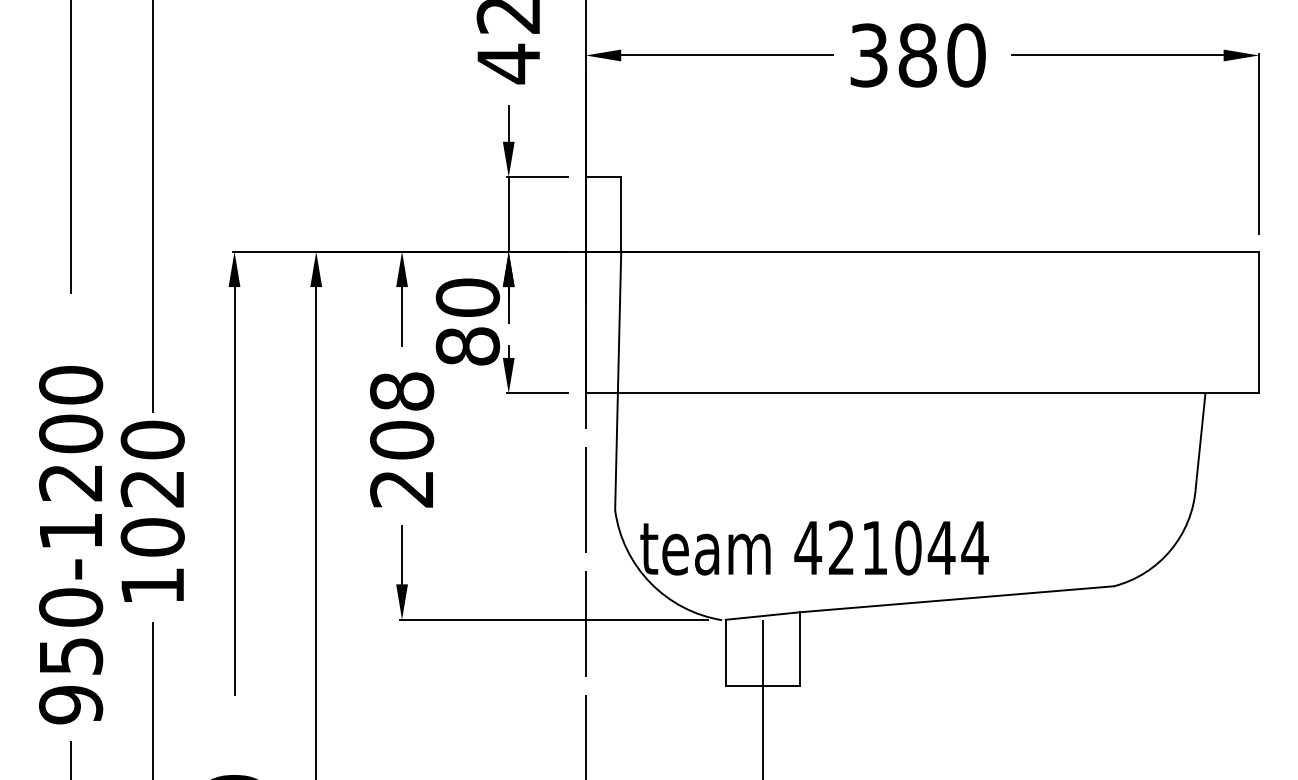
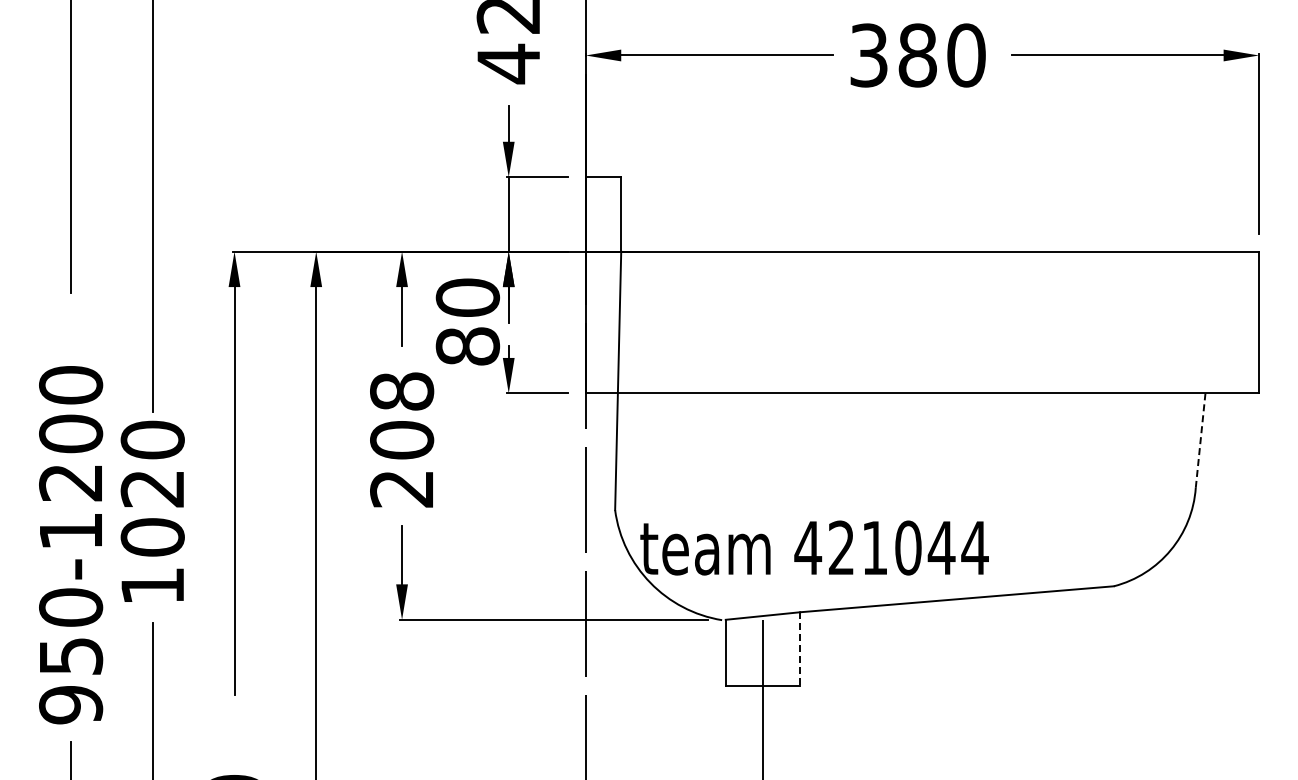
line at (1200, 441): solid -> dashed
line at (800, 648): solid -> dashed
